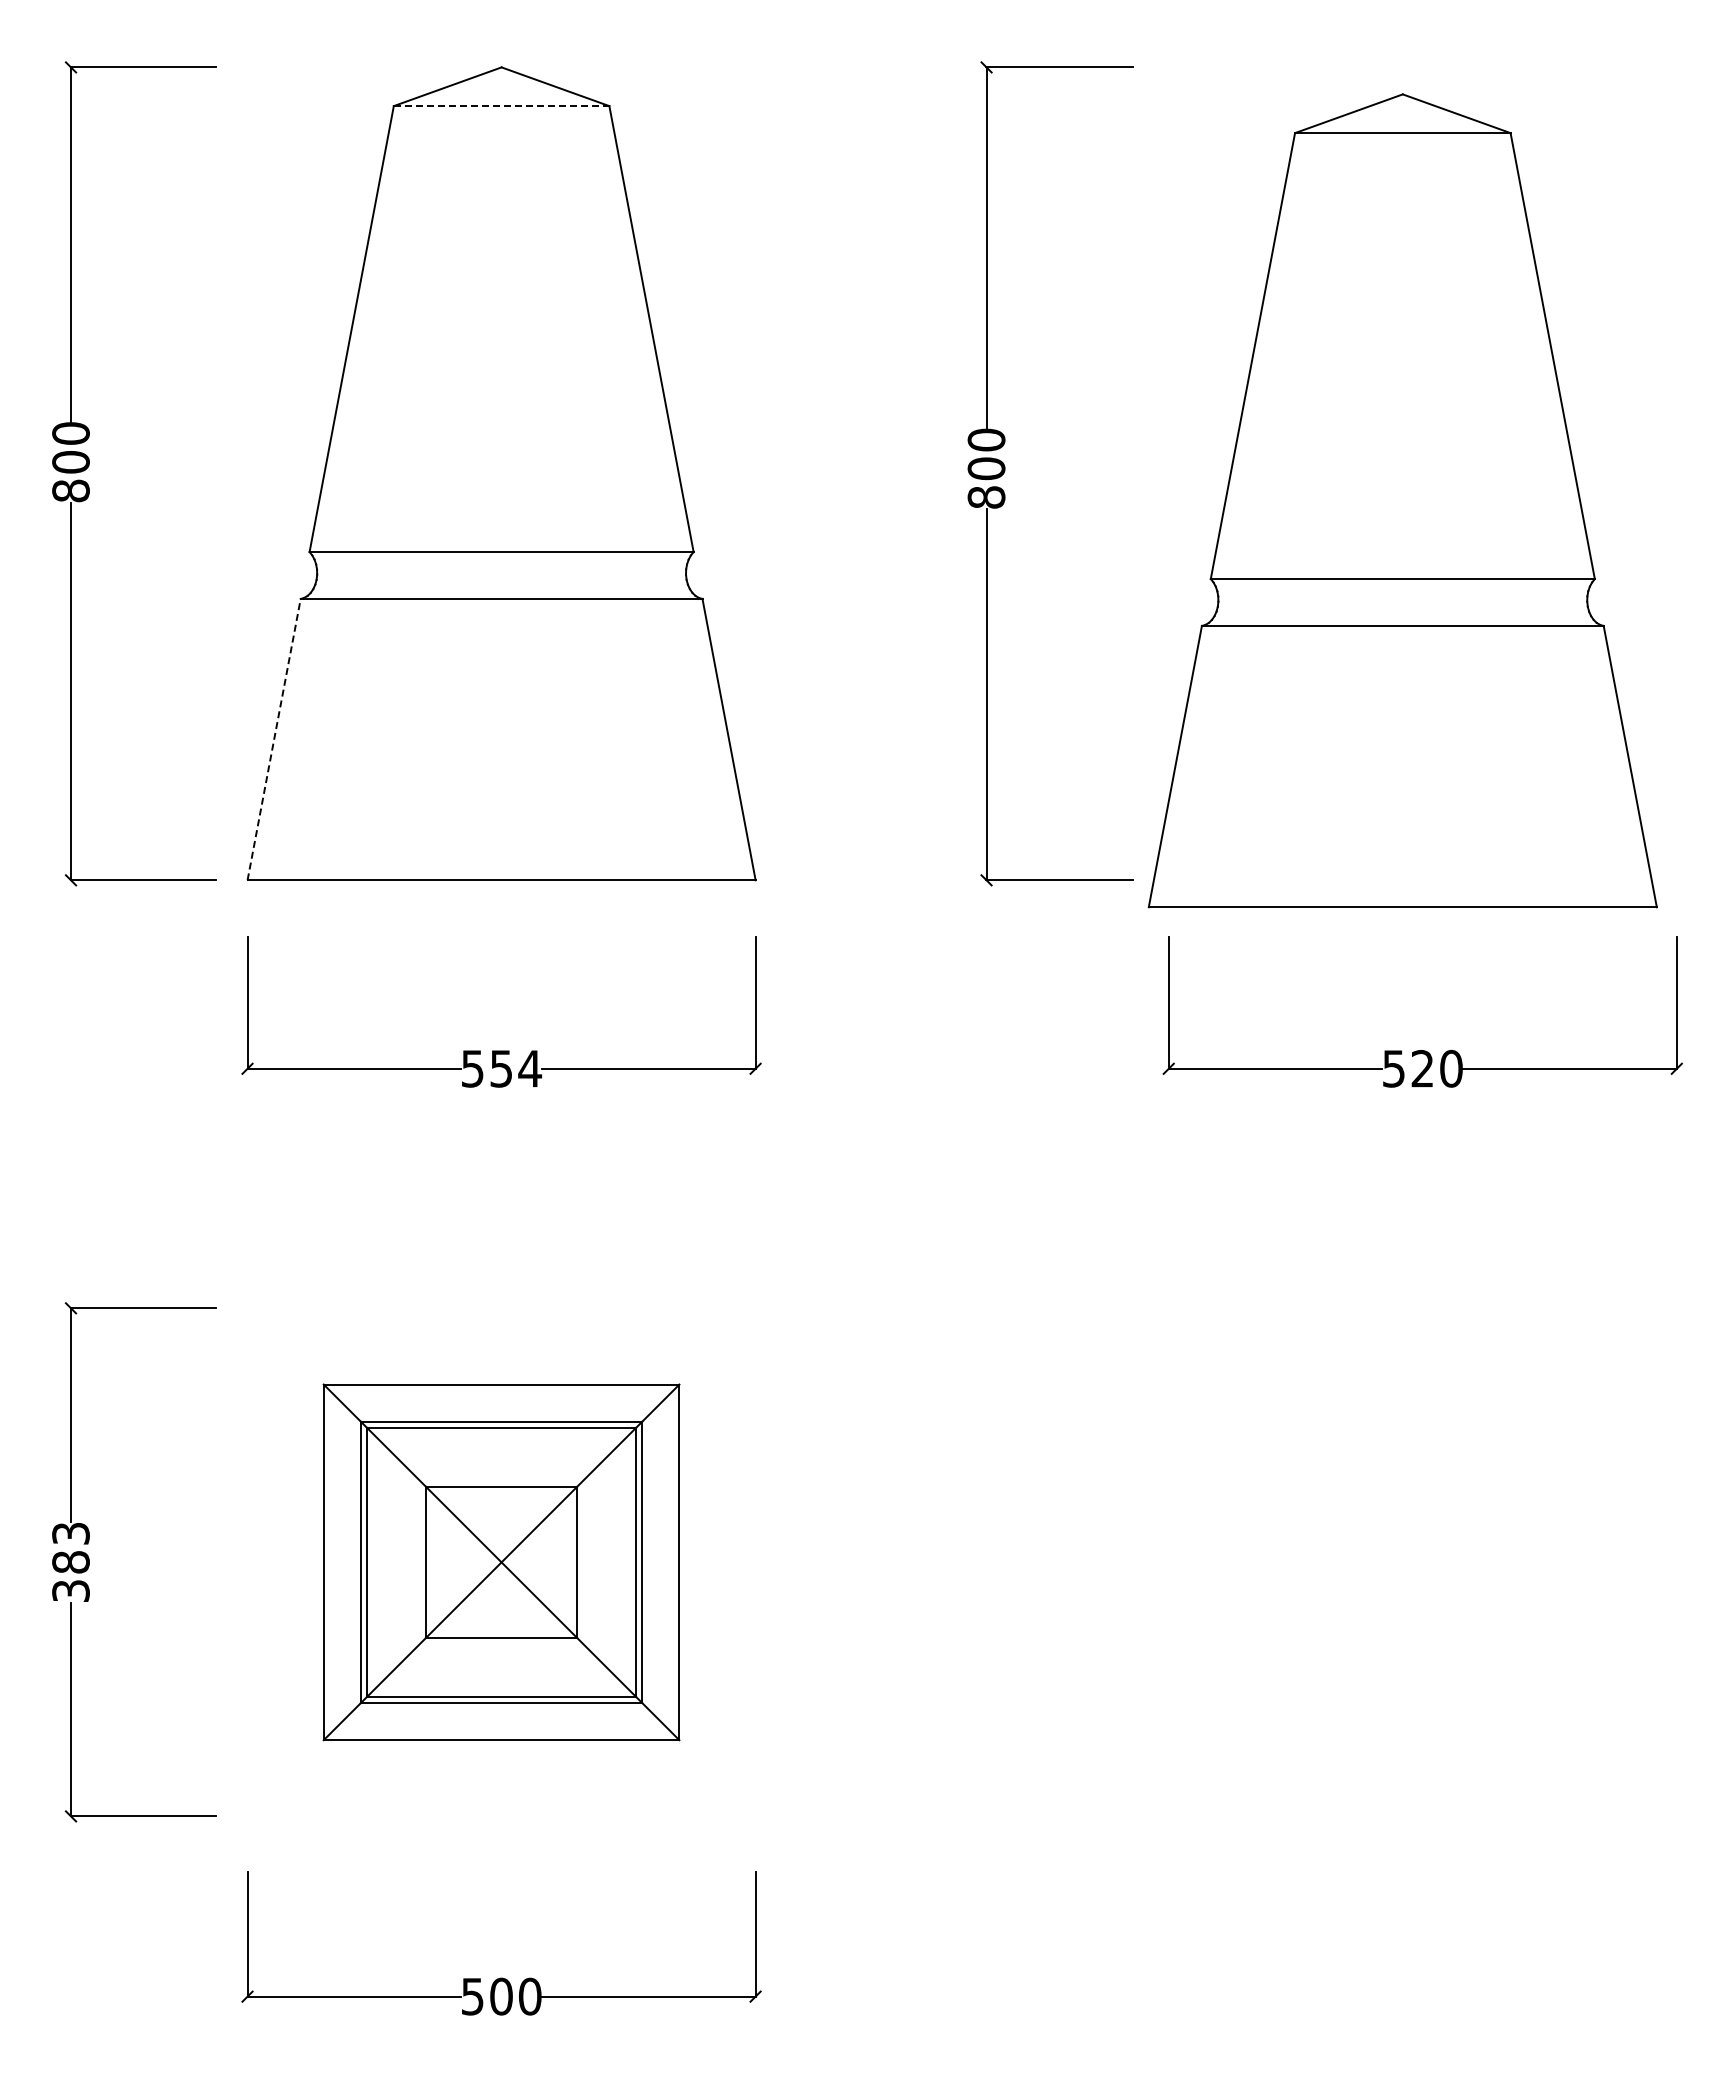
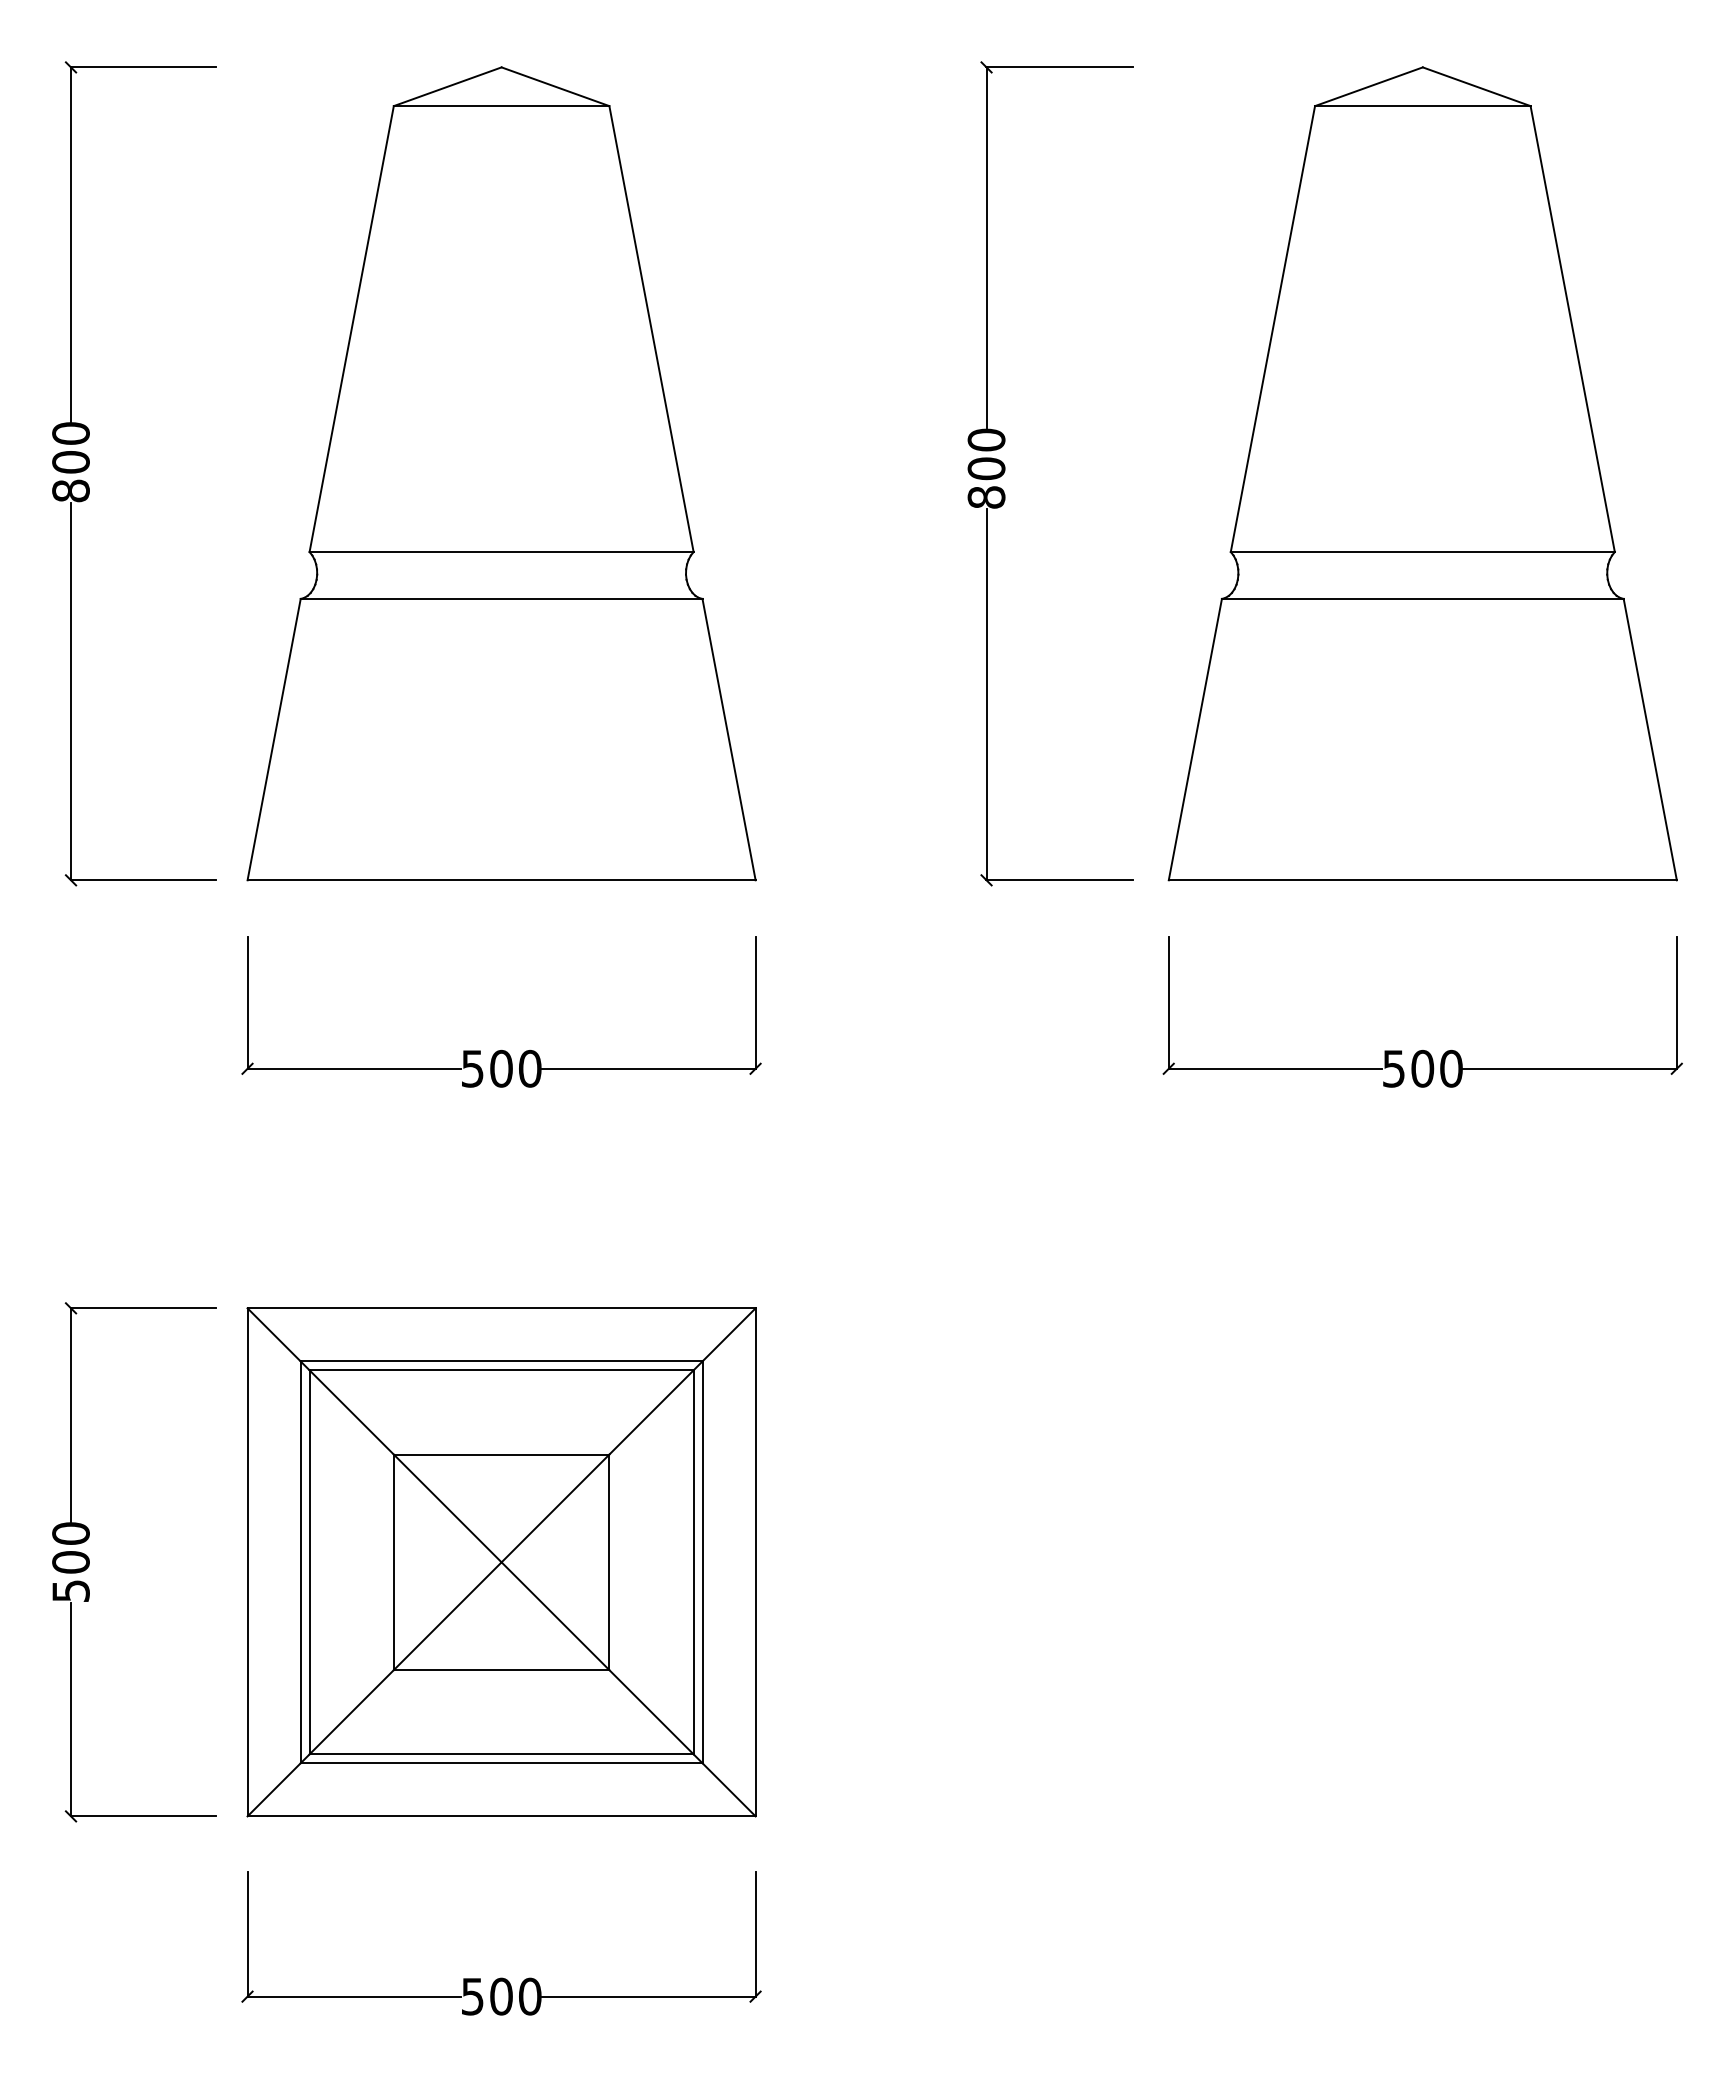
line at (501, 106): dashed -> solid
part at (1402, 500) position: (1402, 500) -> (1422, 473)
line at (274, 739): dashed -> solid
text at (516, 1068): 554 -> 500
text at (1422, 1068): 520 -> 500
text at (70, 1561): 383 -> 500
part at (501, 1562) size: 359x359 px -> 511x511 px
